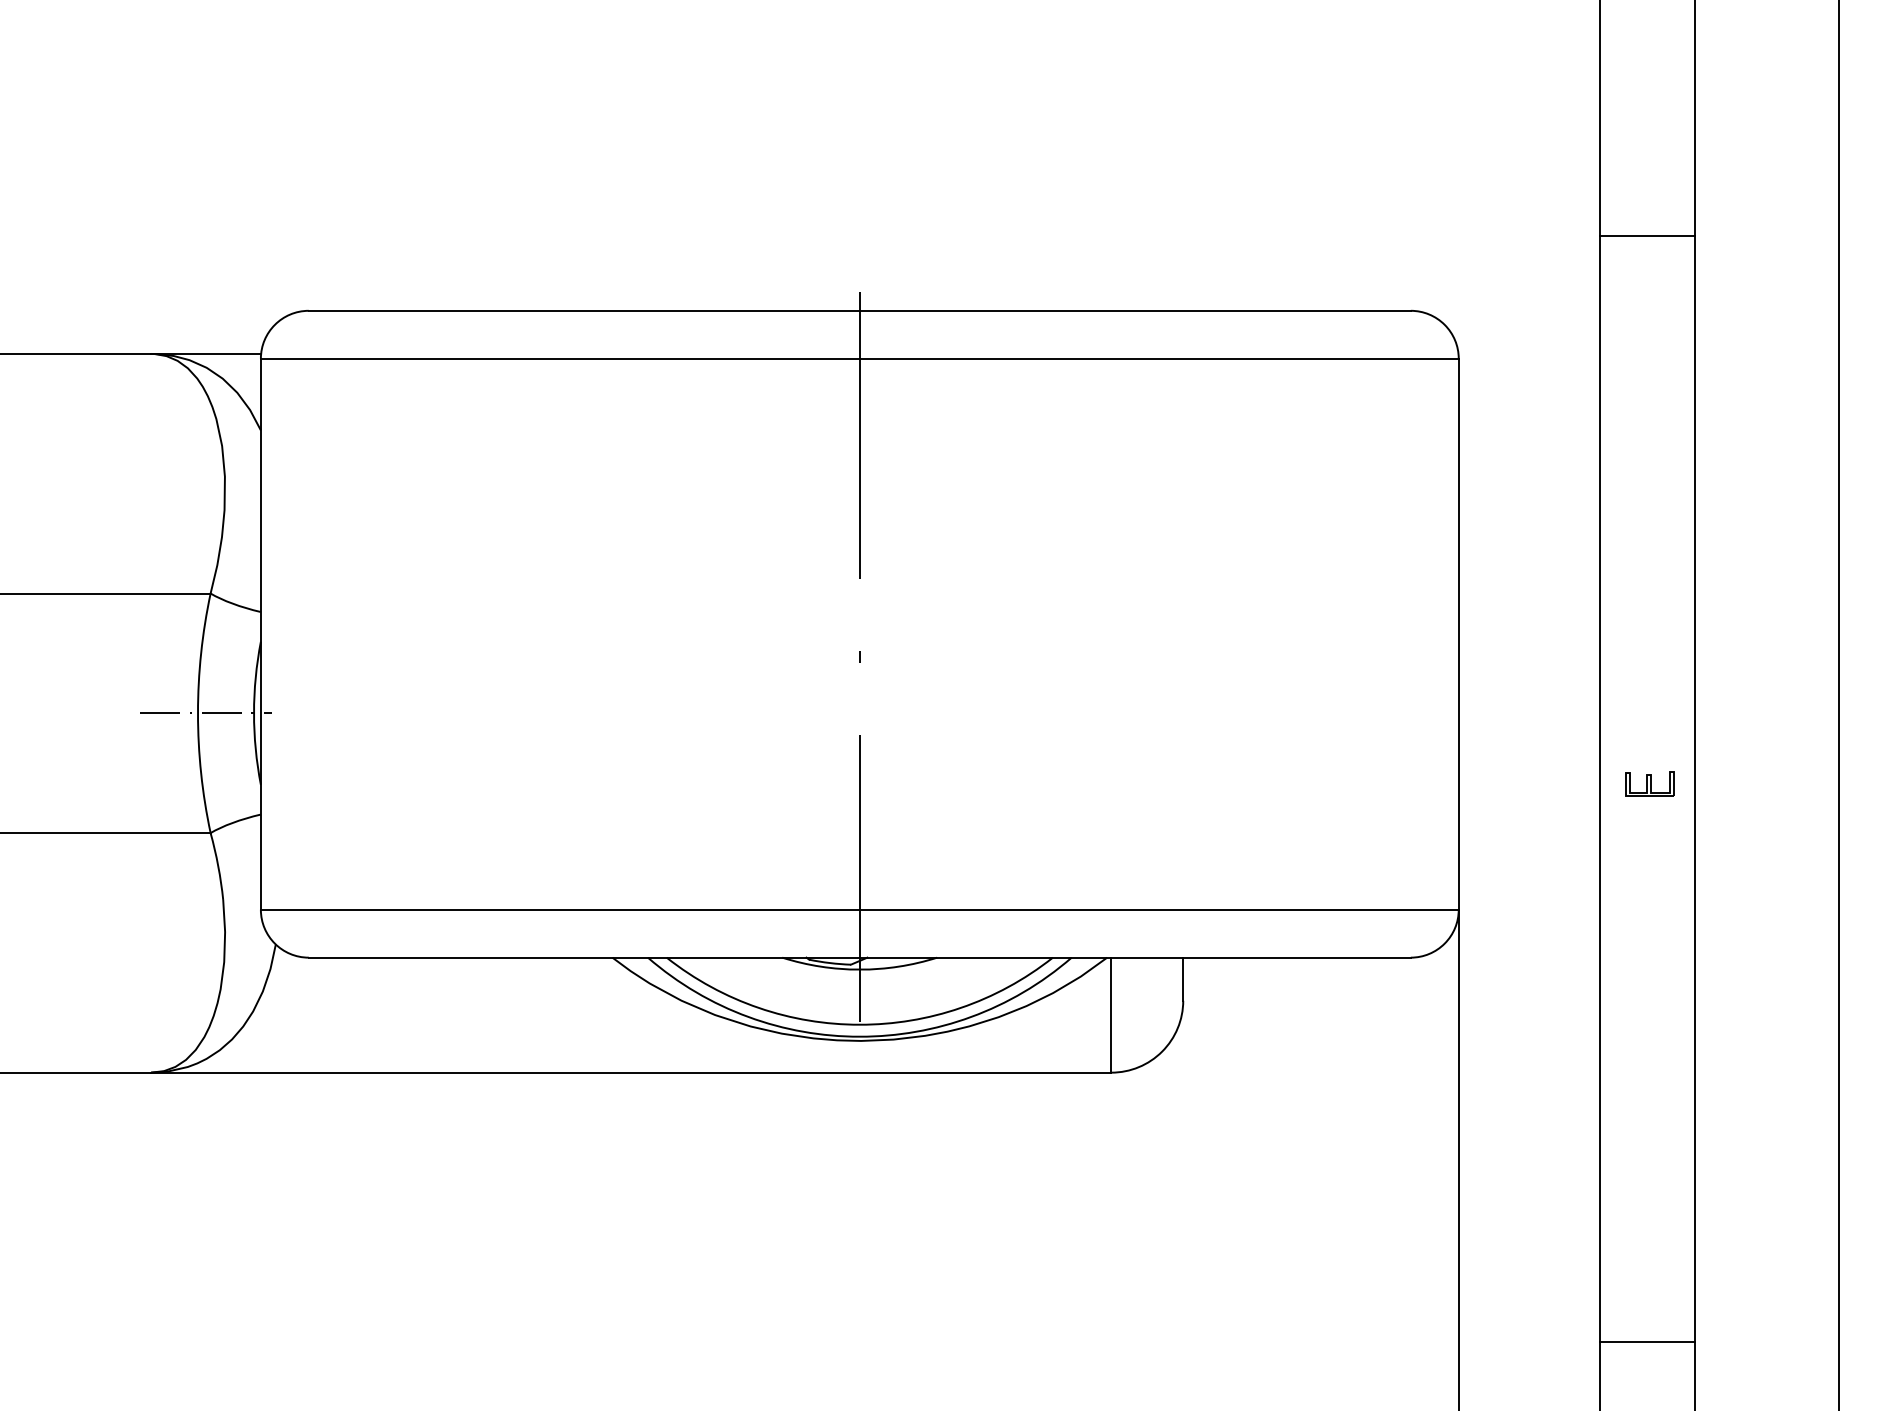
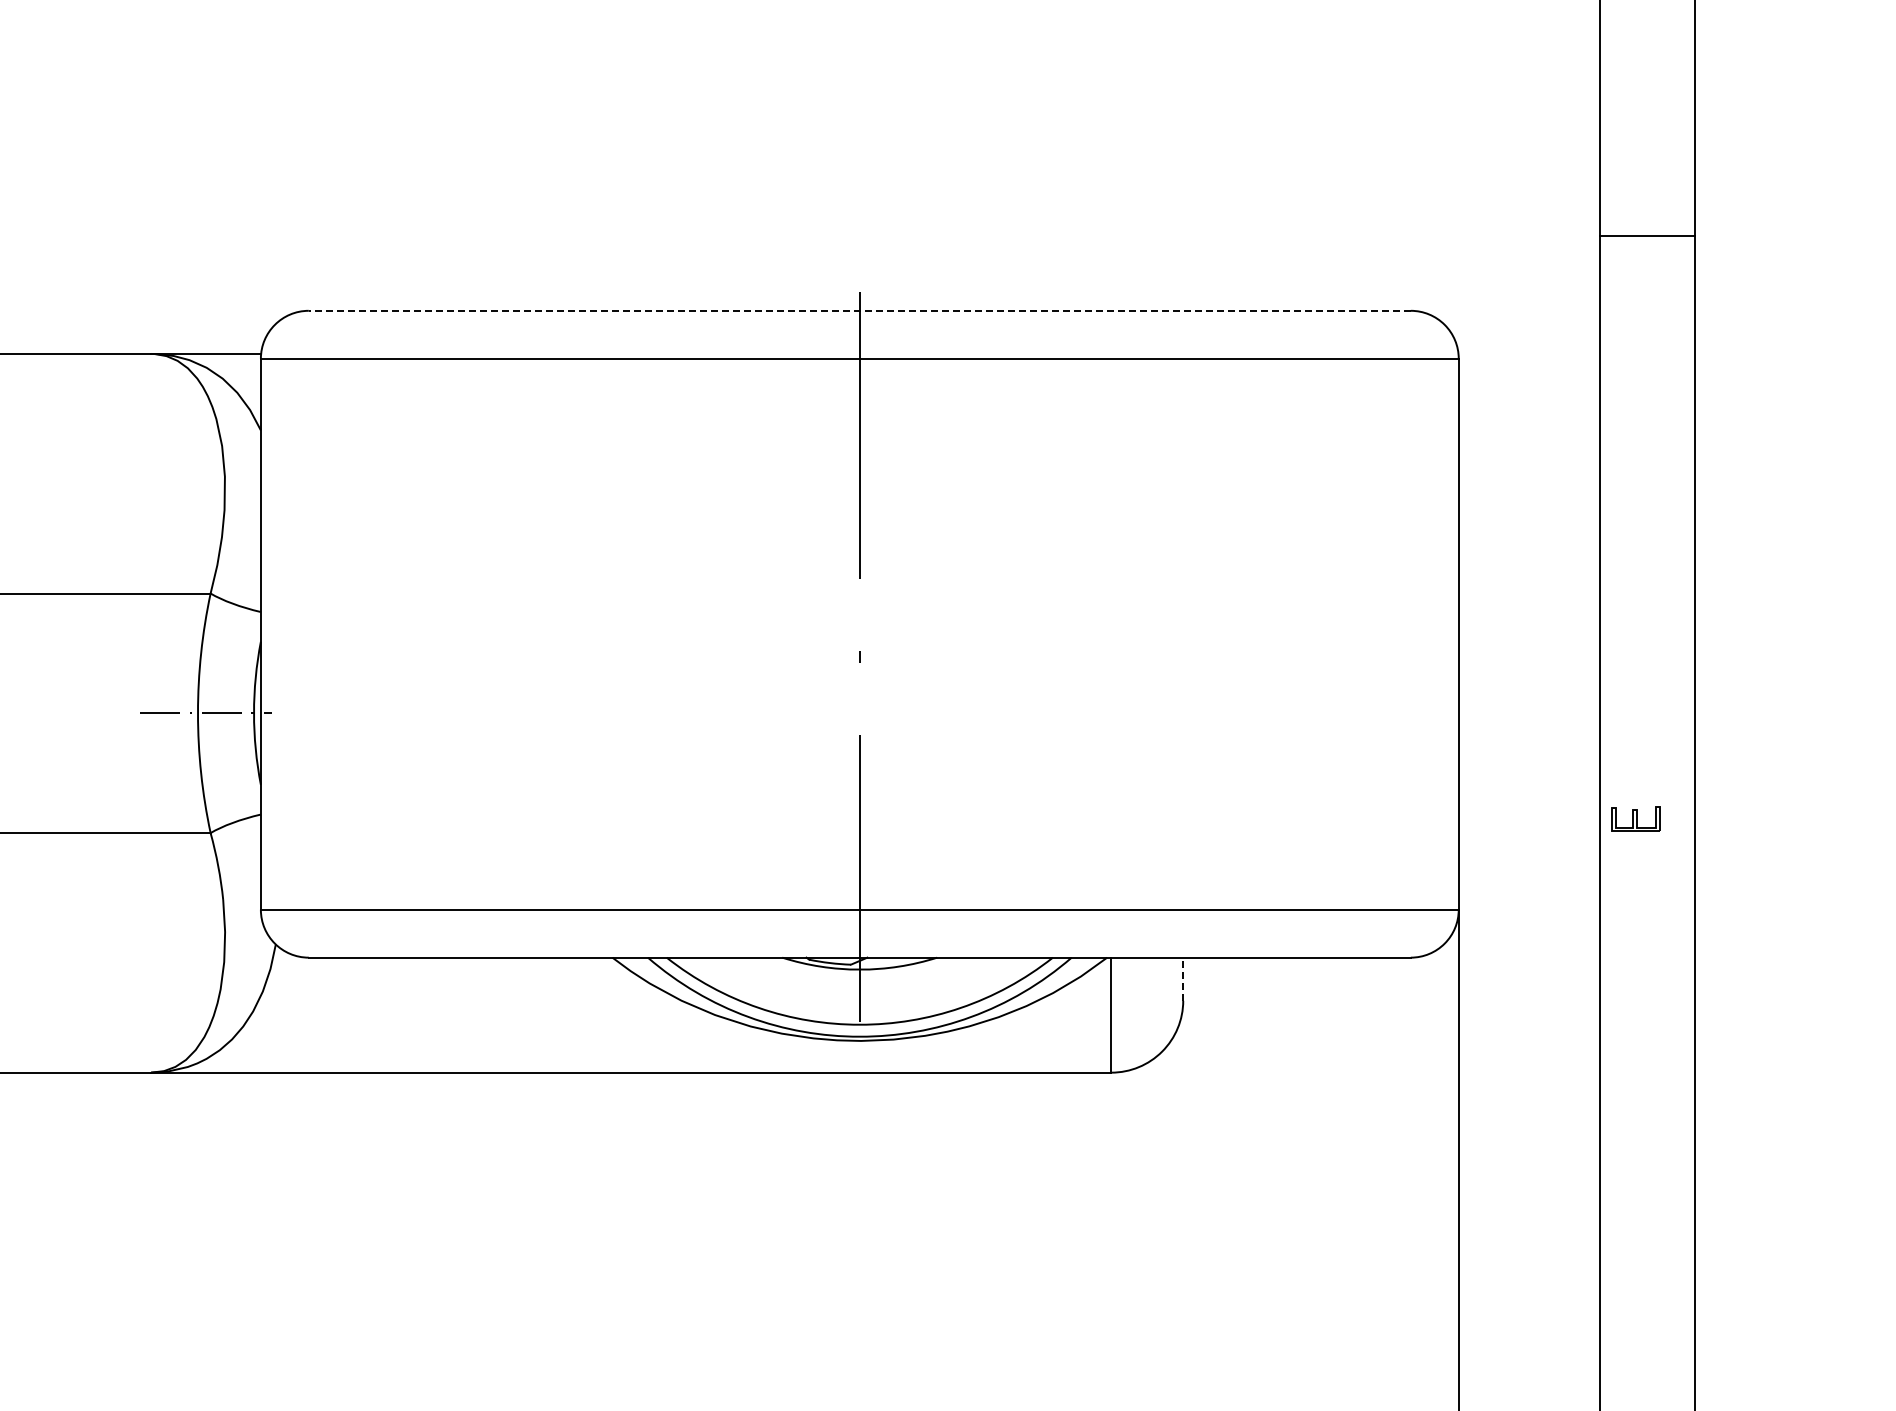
line at (859, 310): solid -> dashed
line at (1839, 704): present -> none
part at (1649, 783) position: (1649, 783) -> (1635, 818)
line at (1183, 979): solid -> dashed
line at (1647, 1342): present -> none
